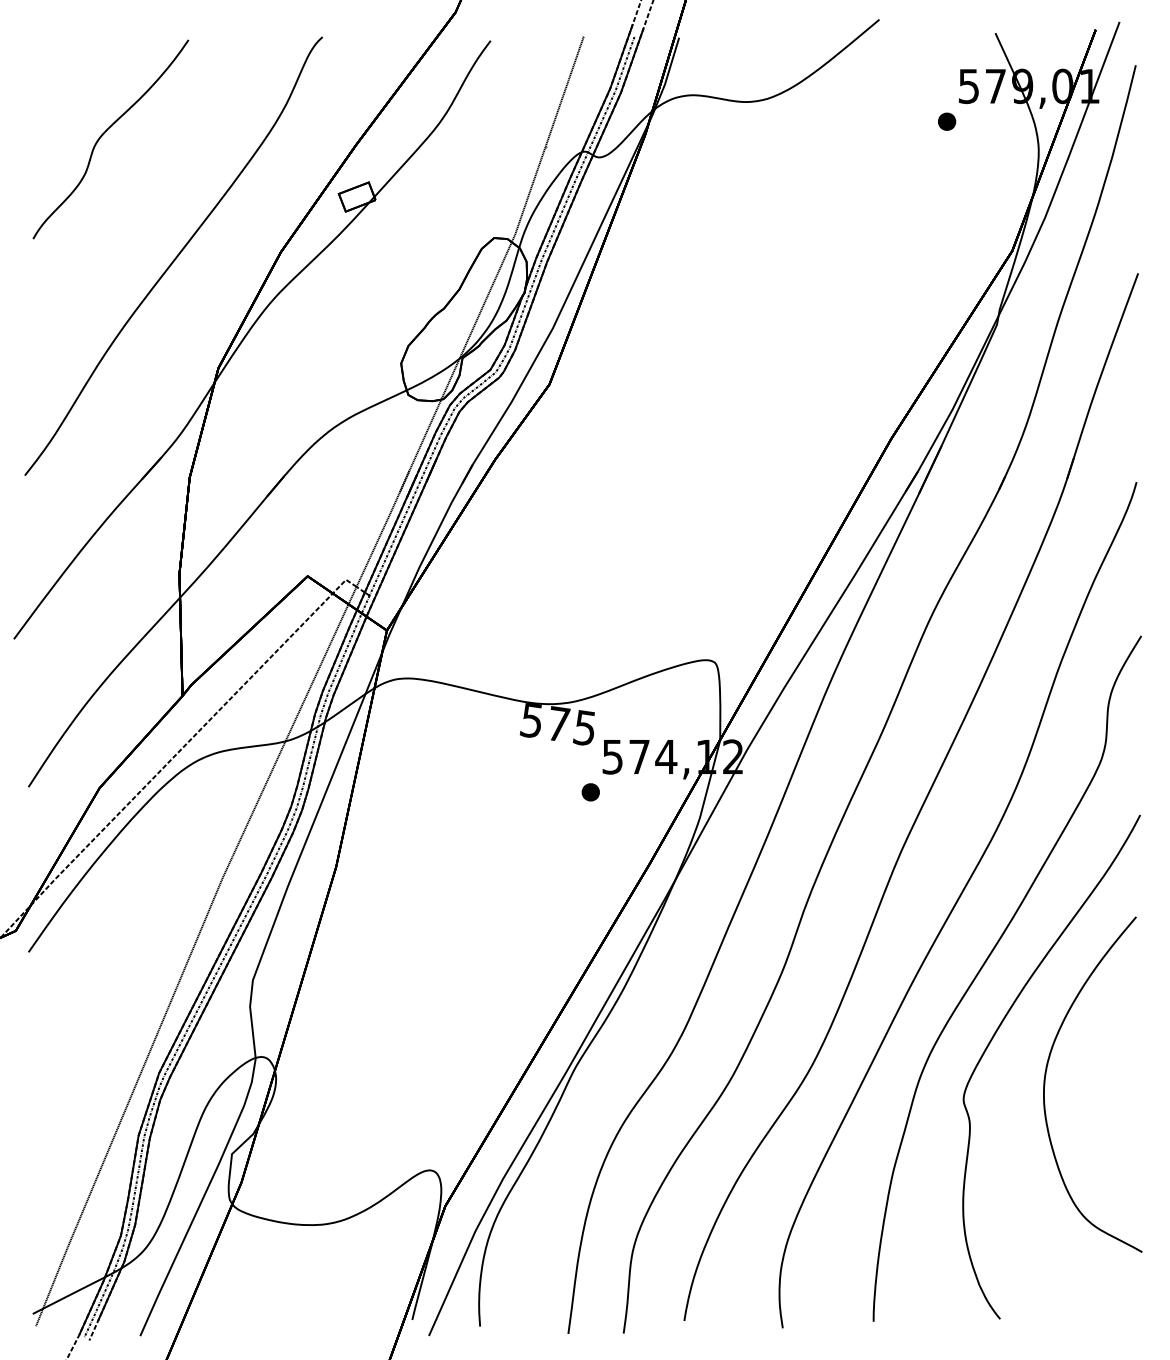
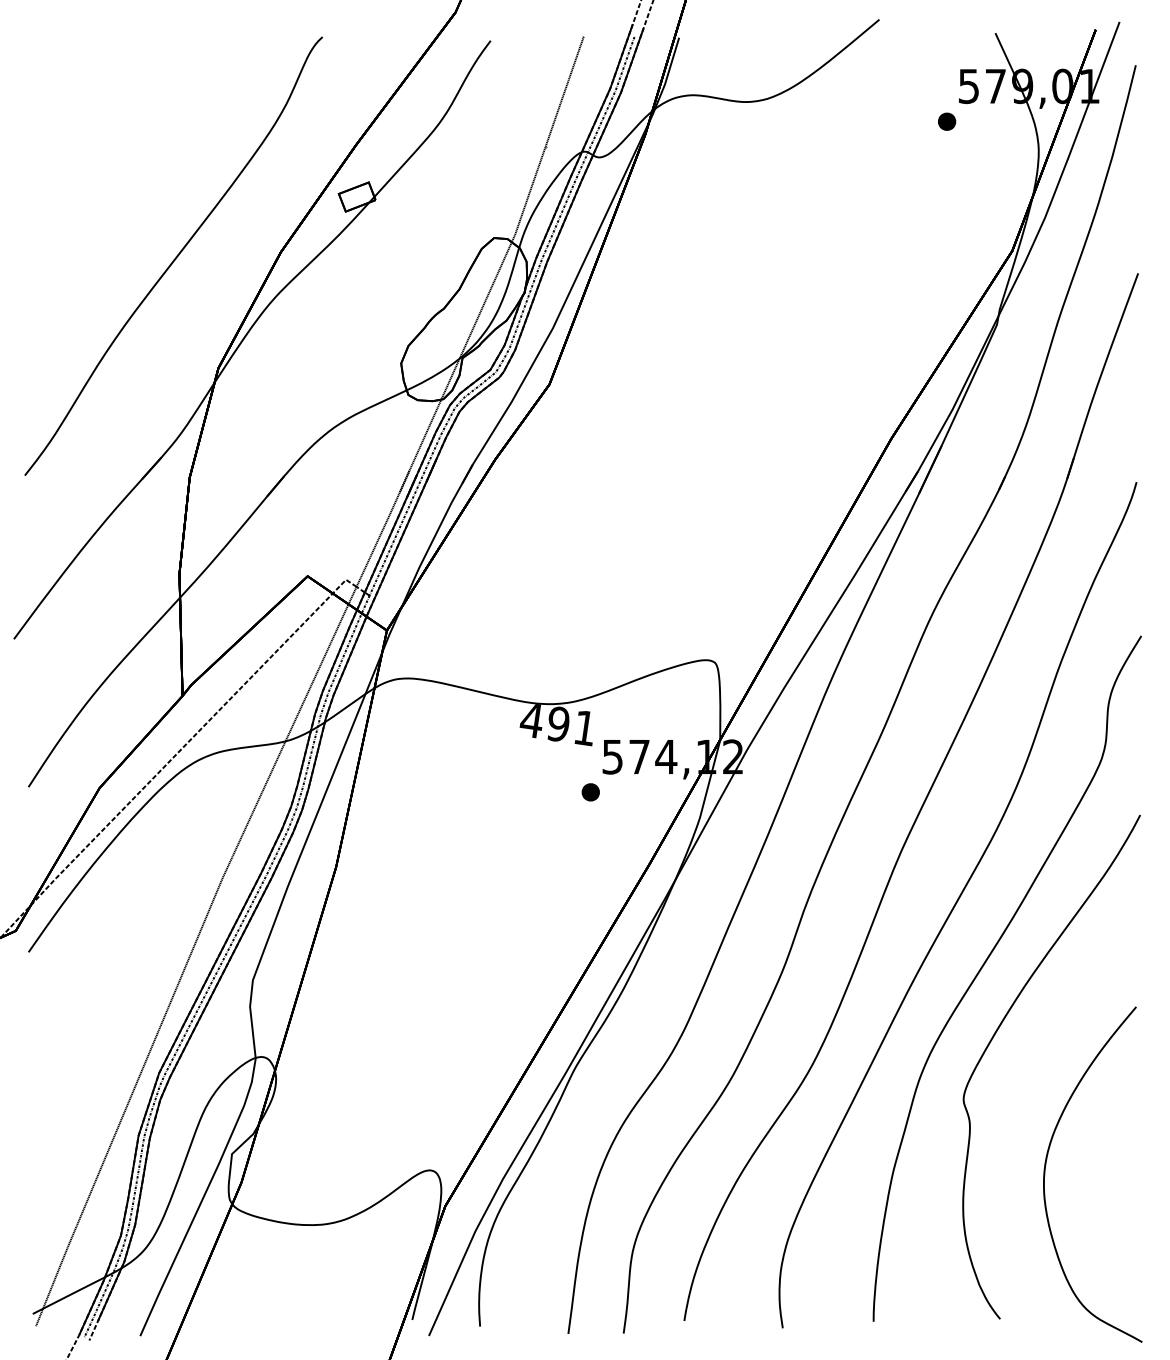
part at (105, 133): present -> none
text at (556, 724): 575 -> 491
part at (1046, 1075) position: (1046, 1075) -> (1046, 1165)
